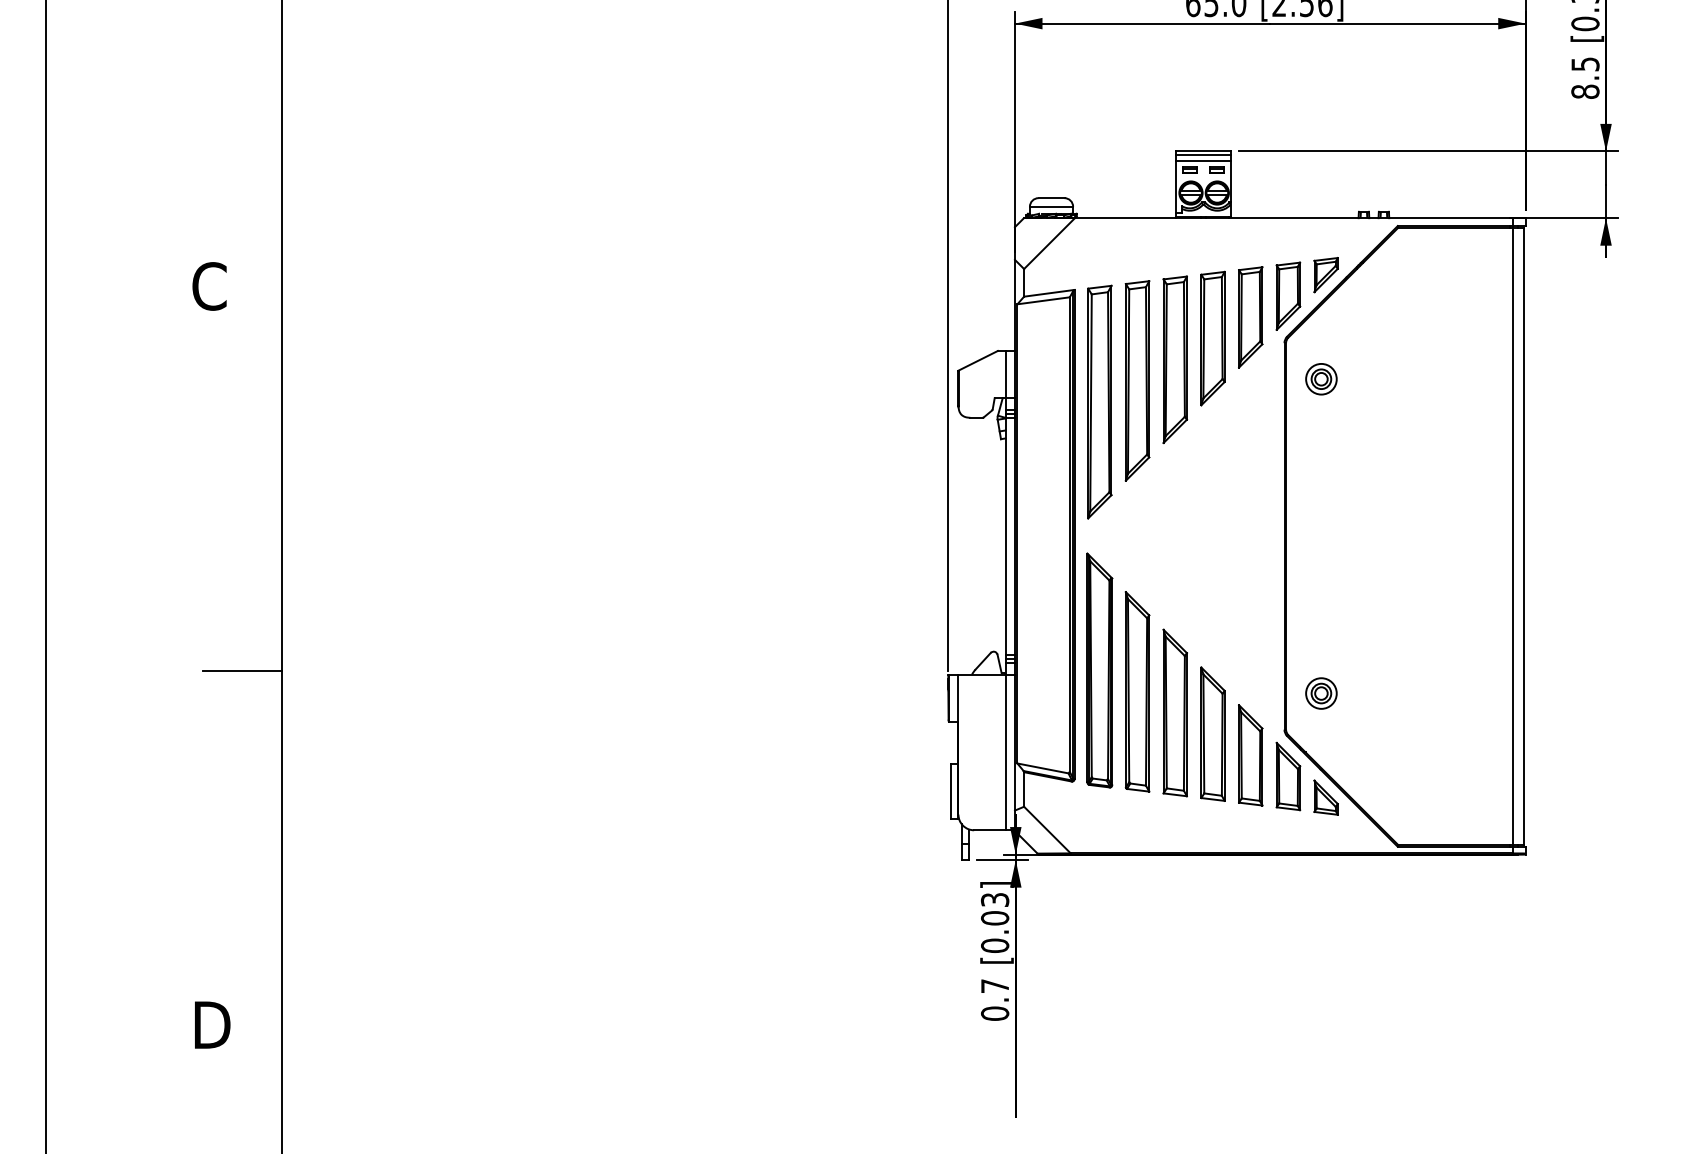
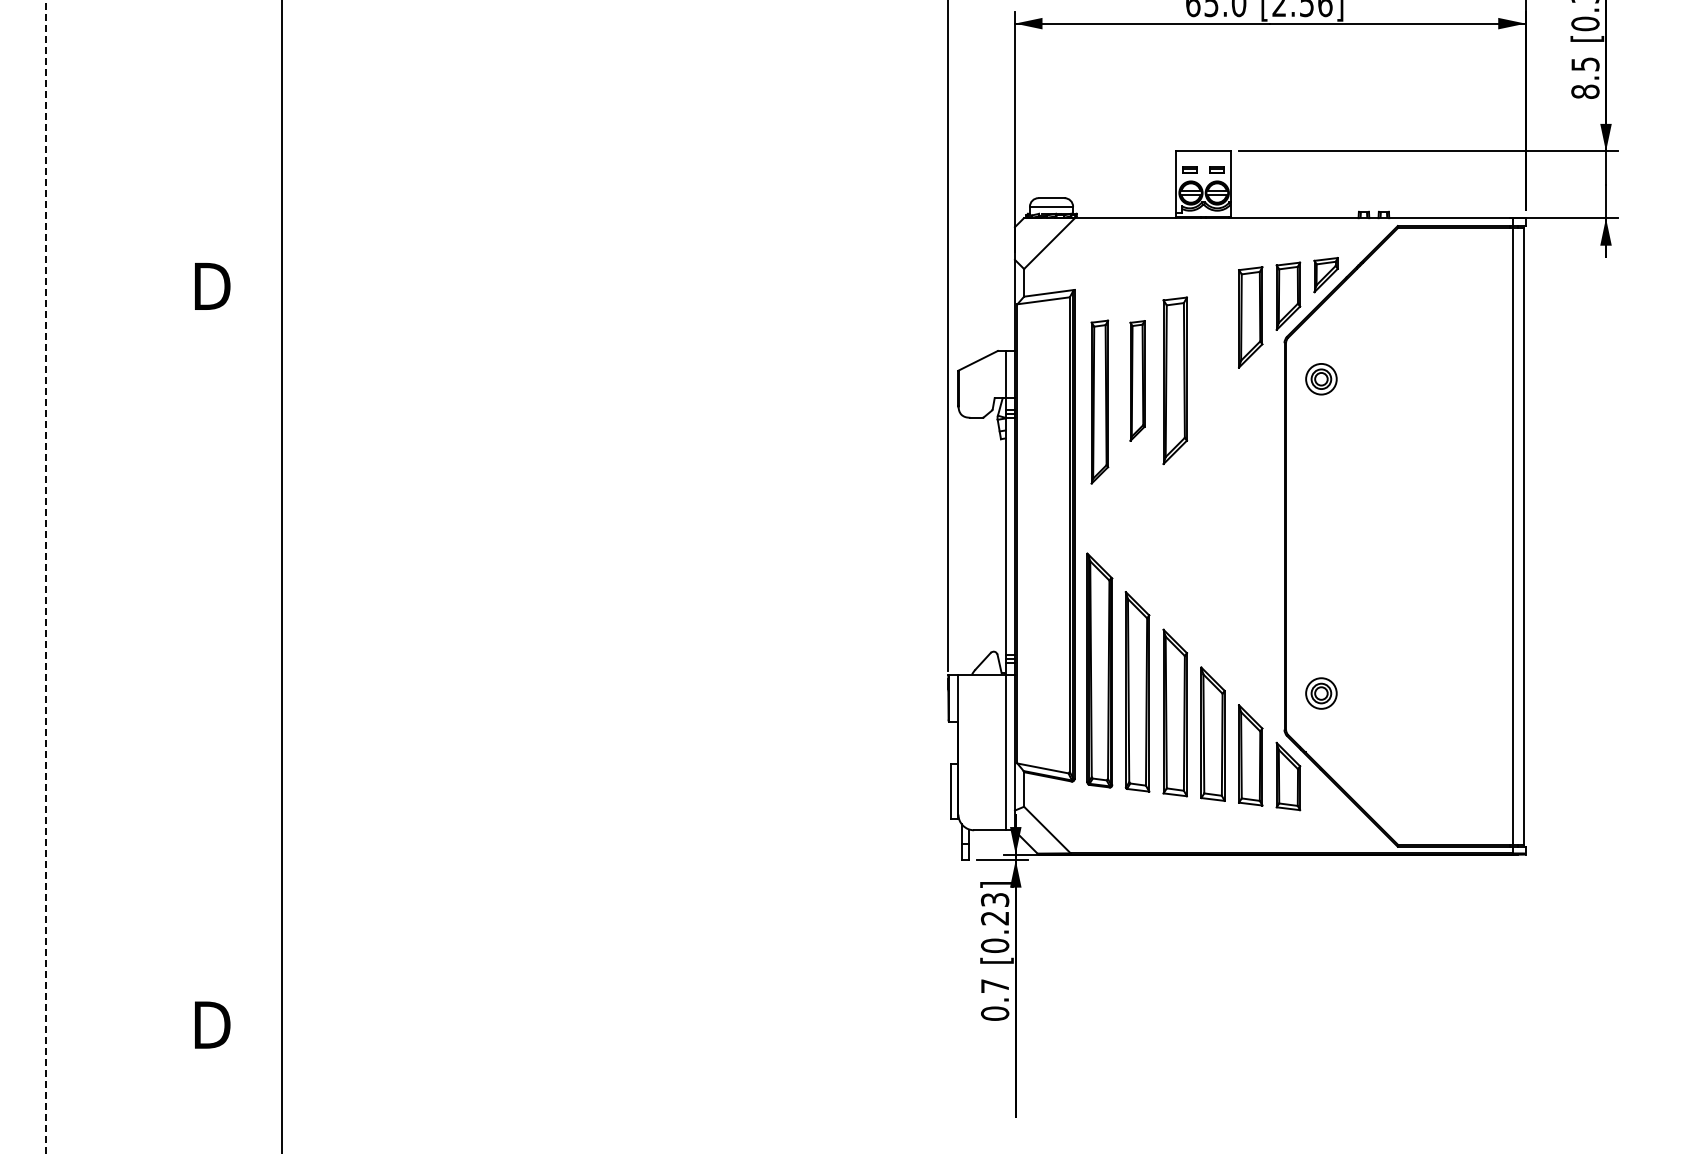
line at (1203, 155): present -> none
line at (1203, 160): present -> none
text at (211, 286): C -> D
part at (1212, 338): present -> none
part at (1175, 359) position: (1175, 359) -> (1175, 380)
part at (1137, 380) size: 27x202 px -> 17x122 px
part at (1099, 401) size: 26x236 px -> 20x166 px
line at (46, 577): solid -> dashed
line at (242, 670): present -> none
part at (1325, 797): present -> none
text at (995, 918): [0.03] -> [0.23]
